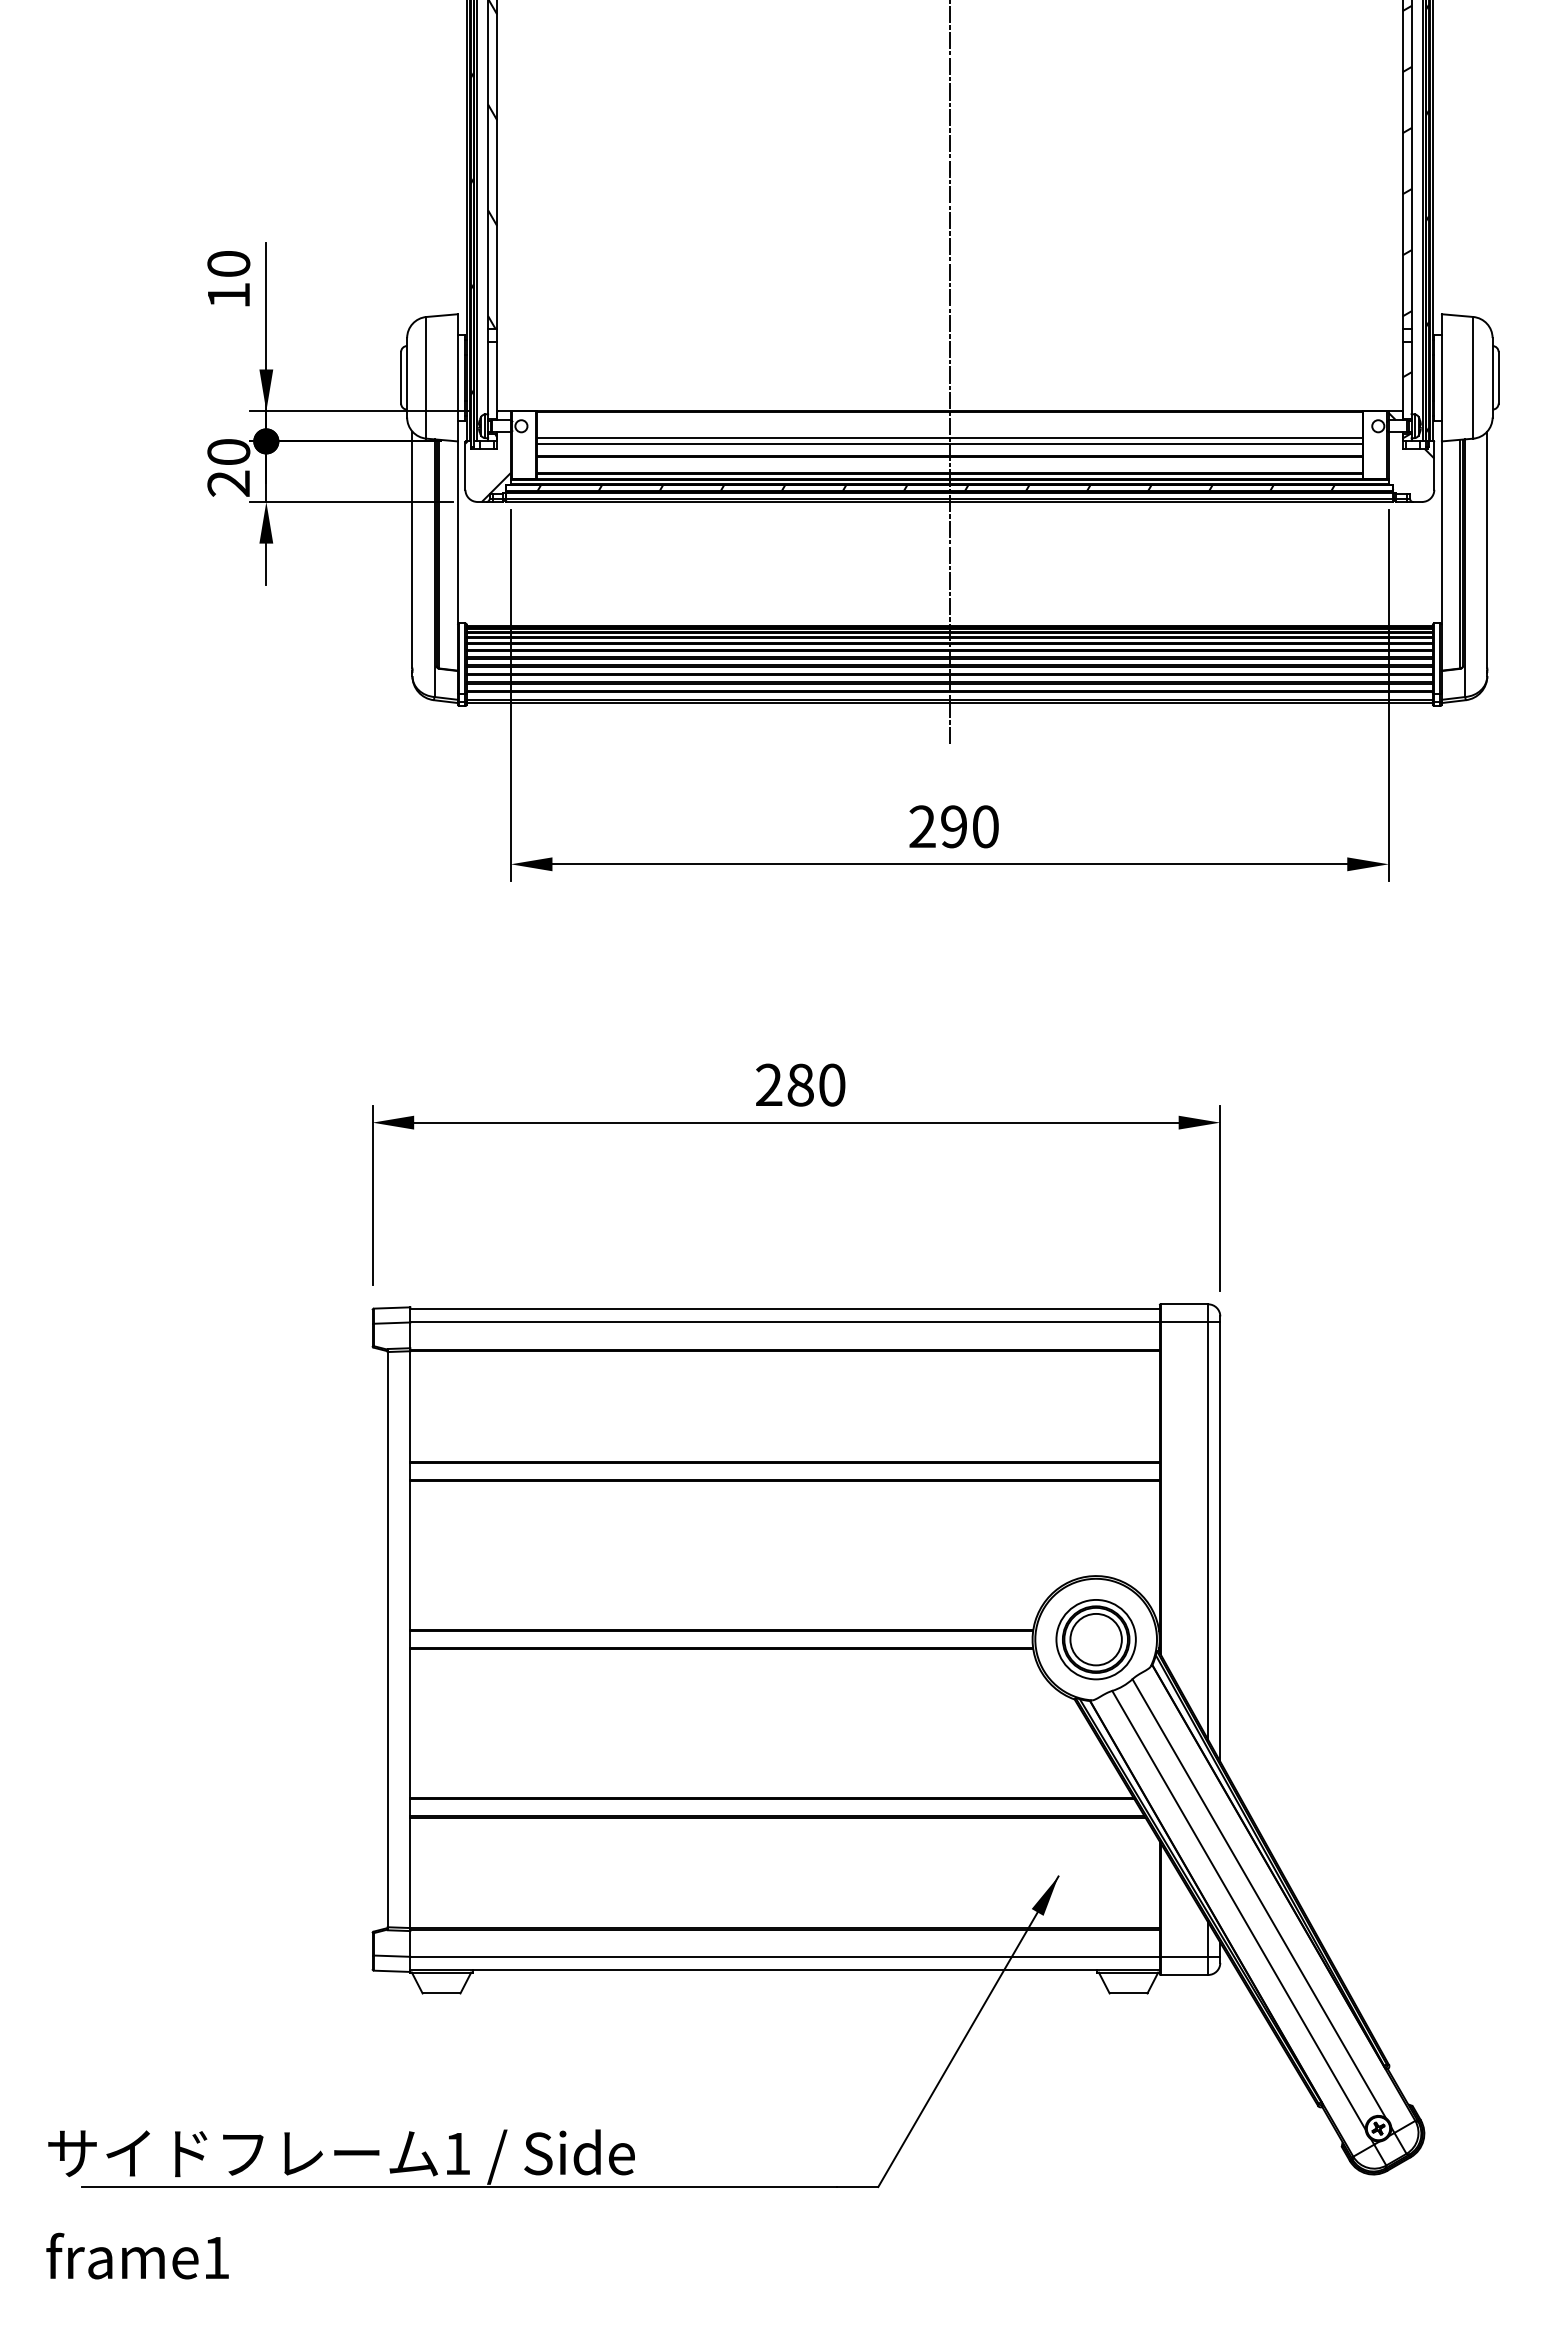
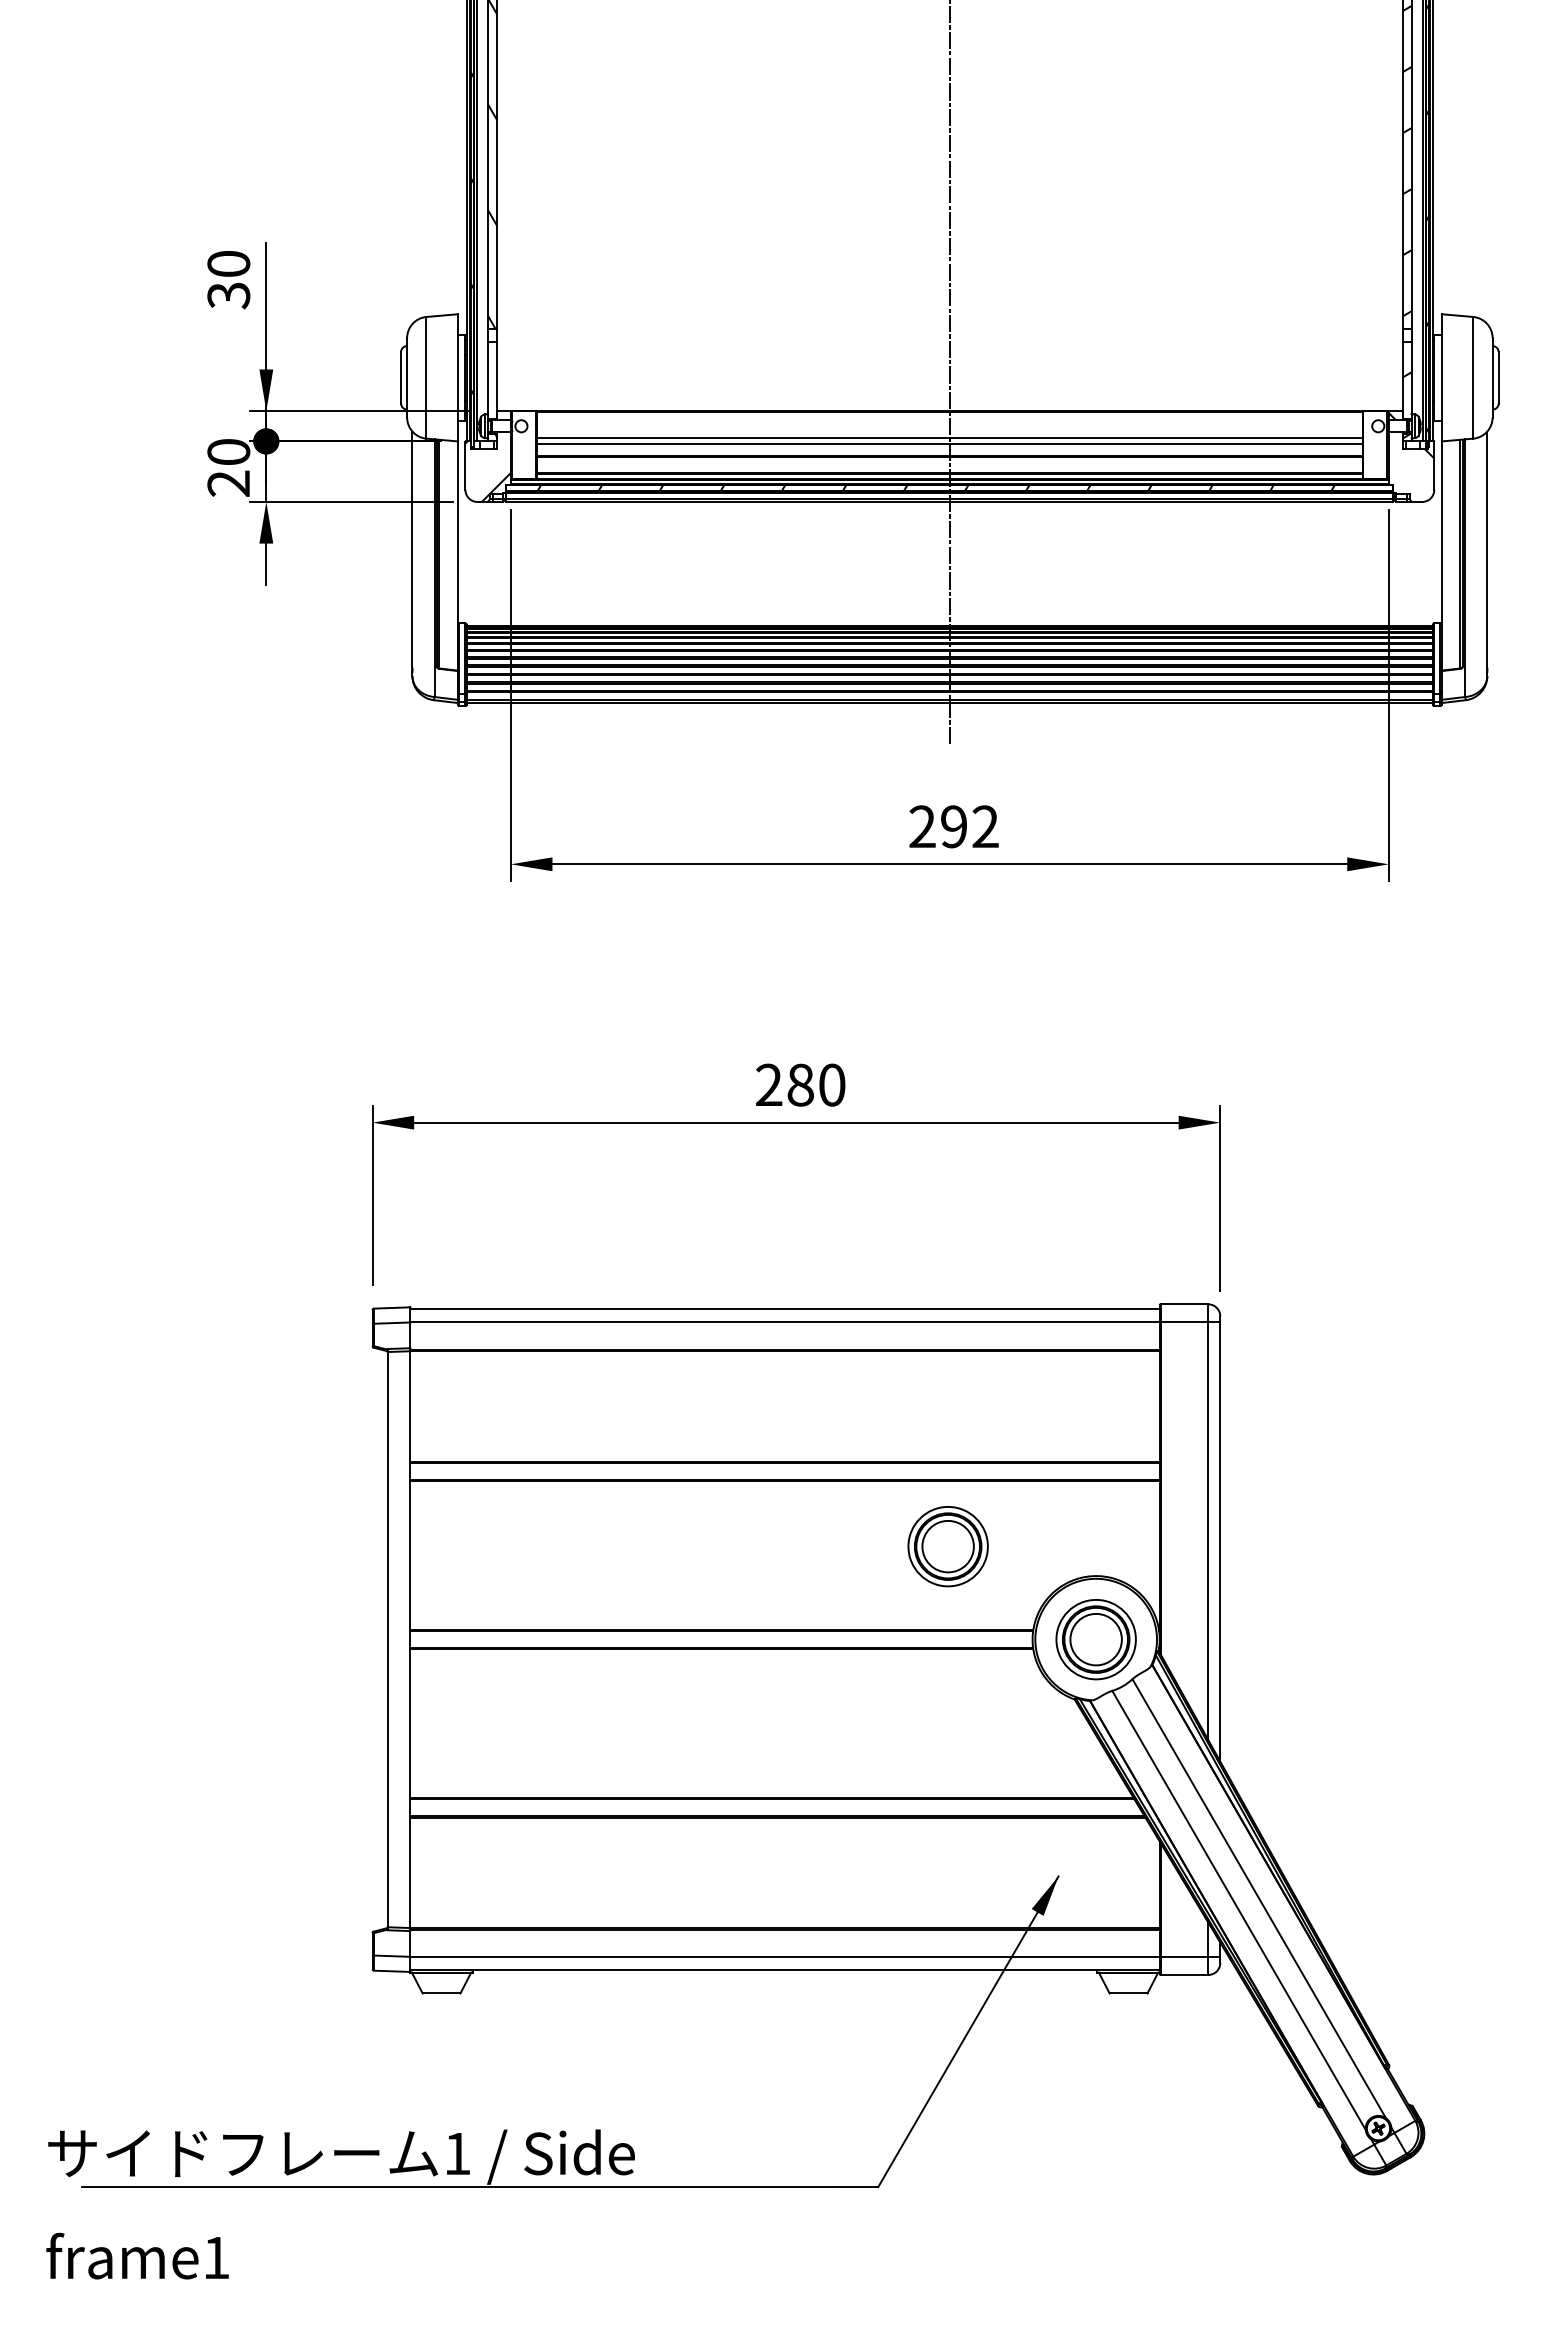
text at (228, 295): 10 -> 30
text at (985, 826): 290 -> 292
part at (947, 1546): none -> present
